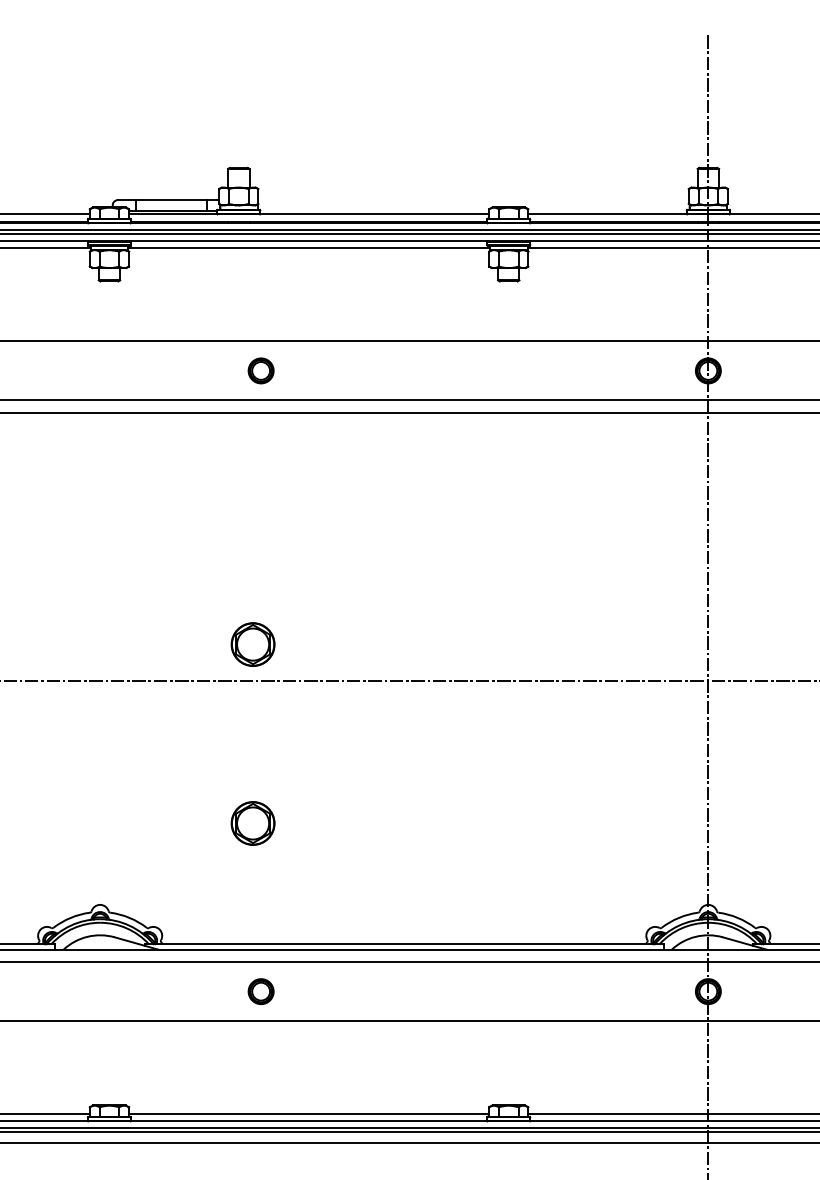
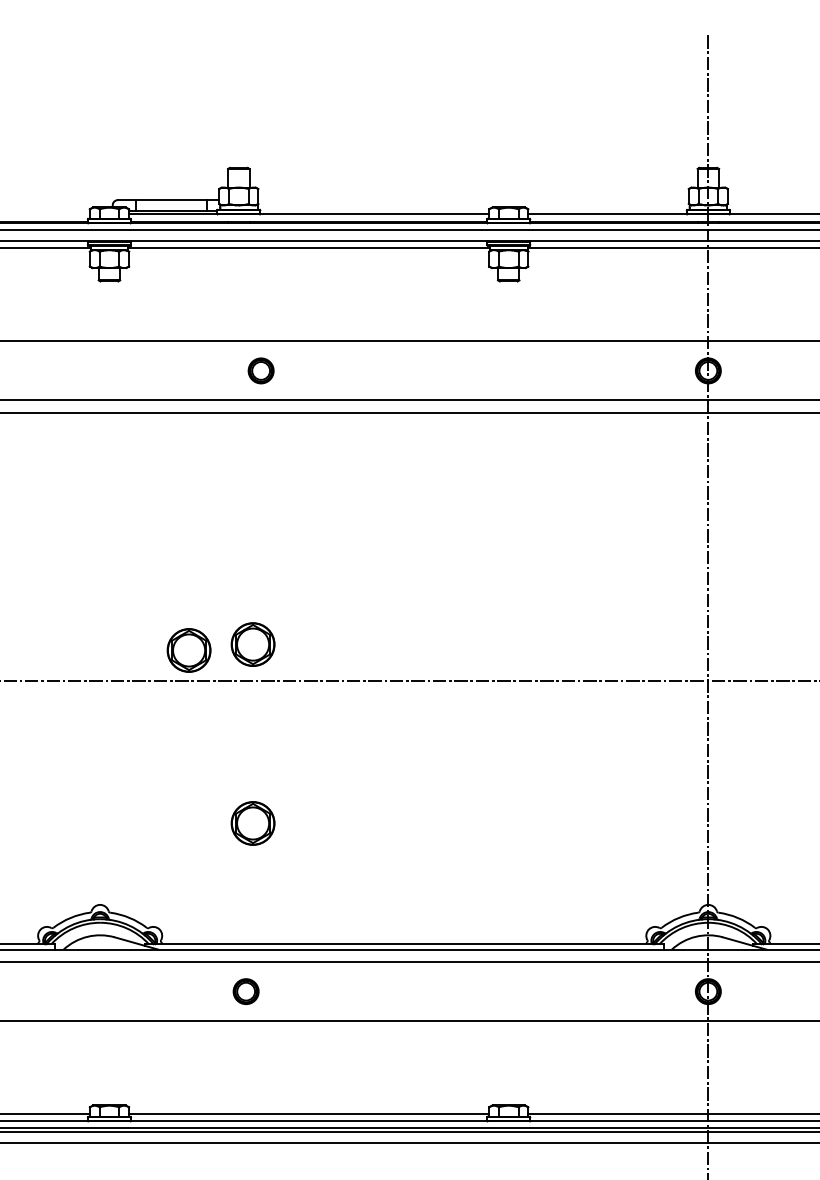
line at (45, 214): present -> none
line at (409, 234): present -> none
part at (188, 650): none -> present
part at (260, 991) position: (260, 991) -> (245, 991)
